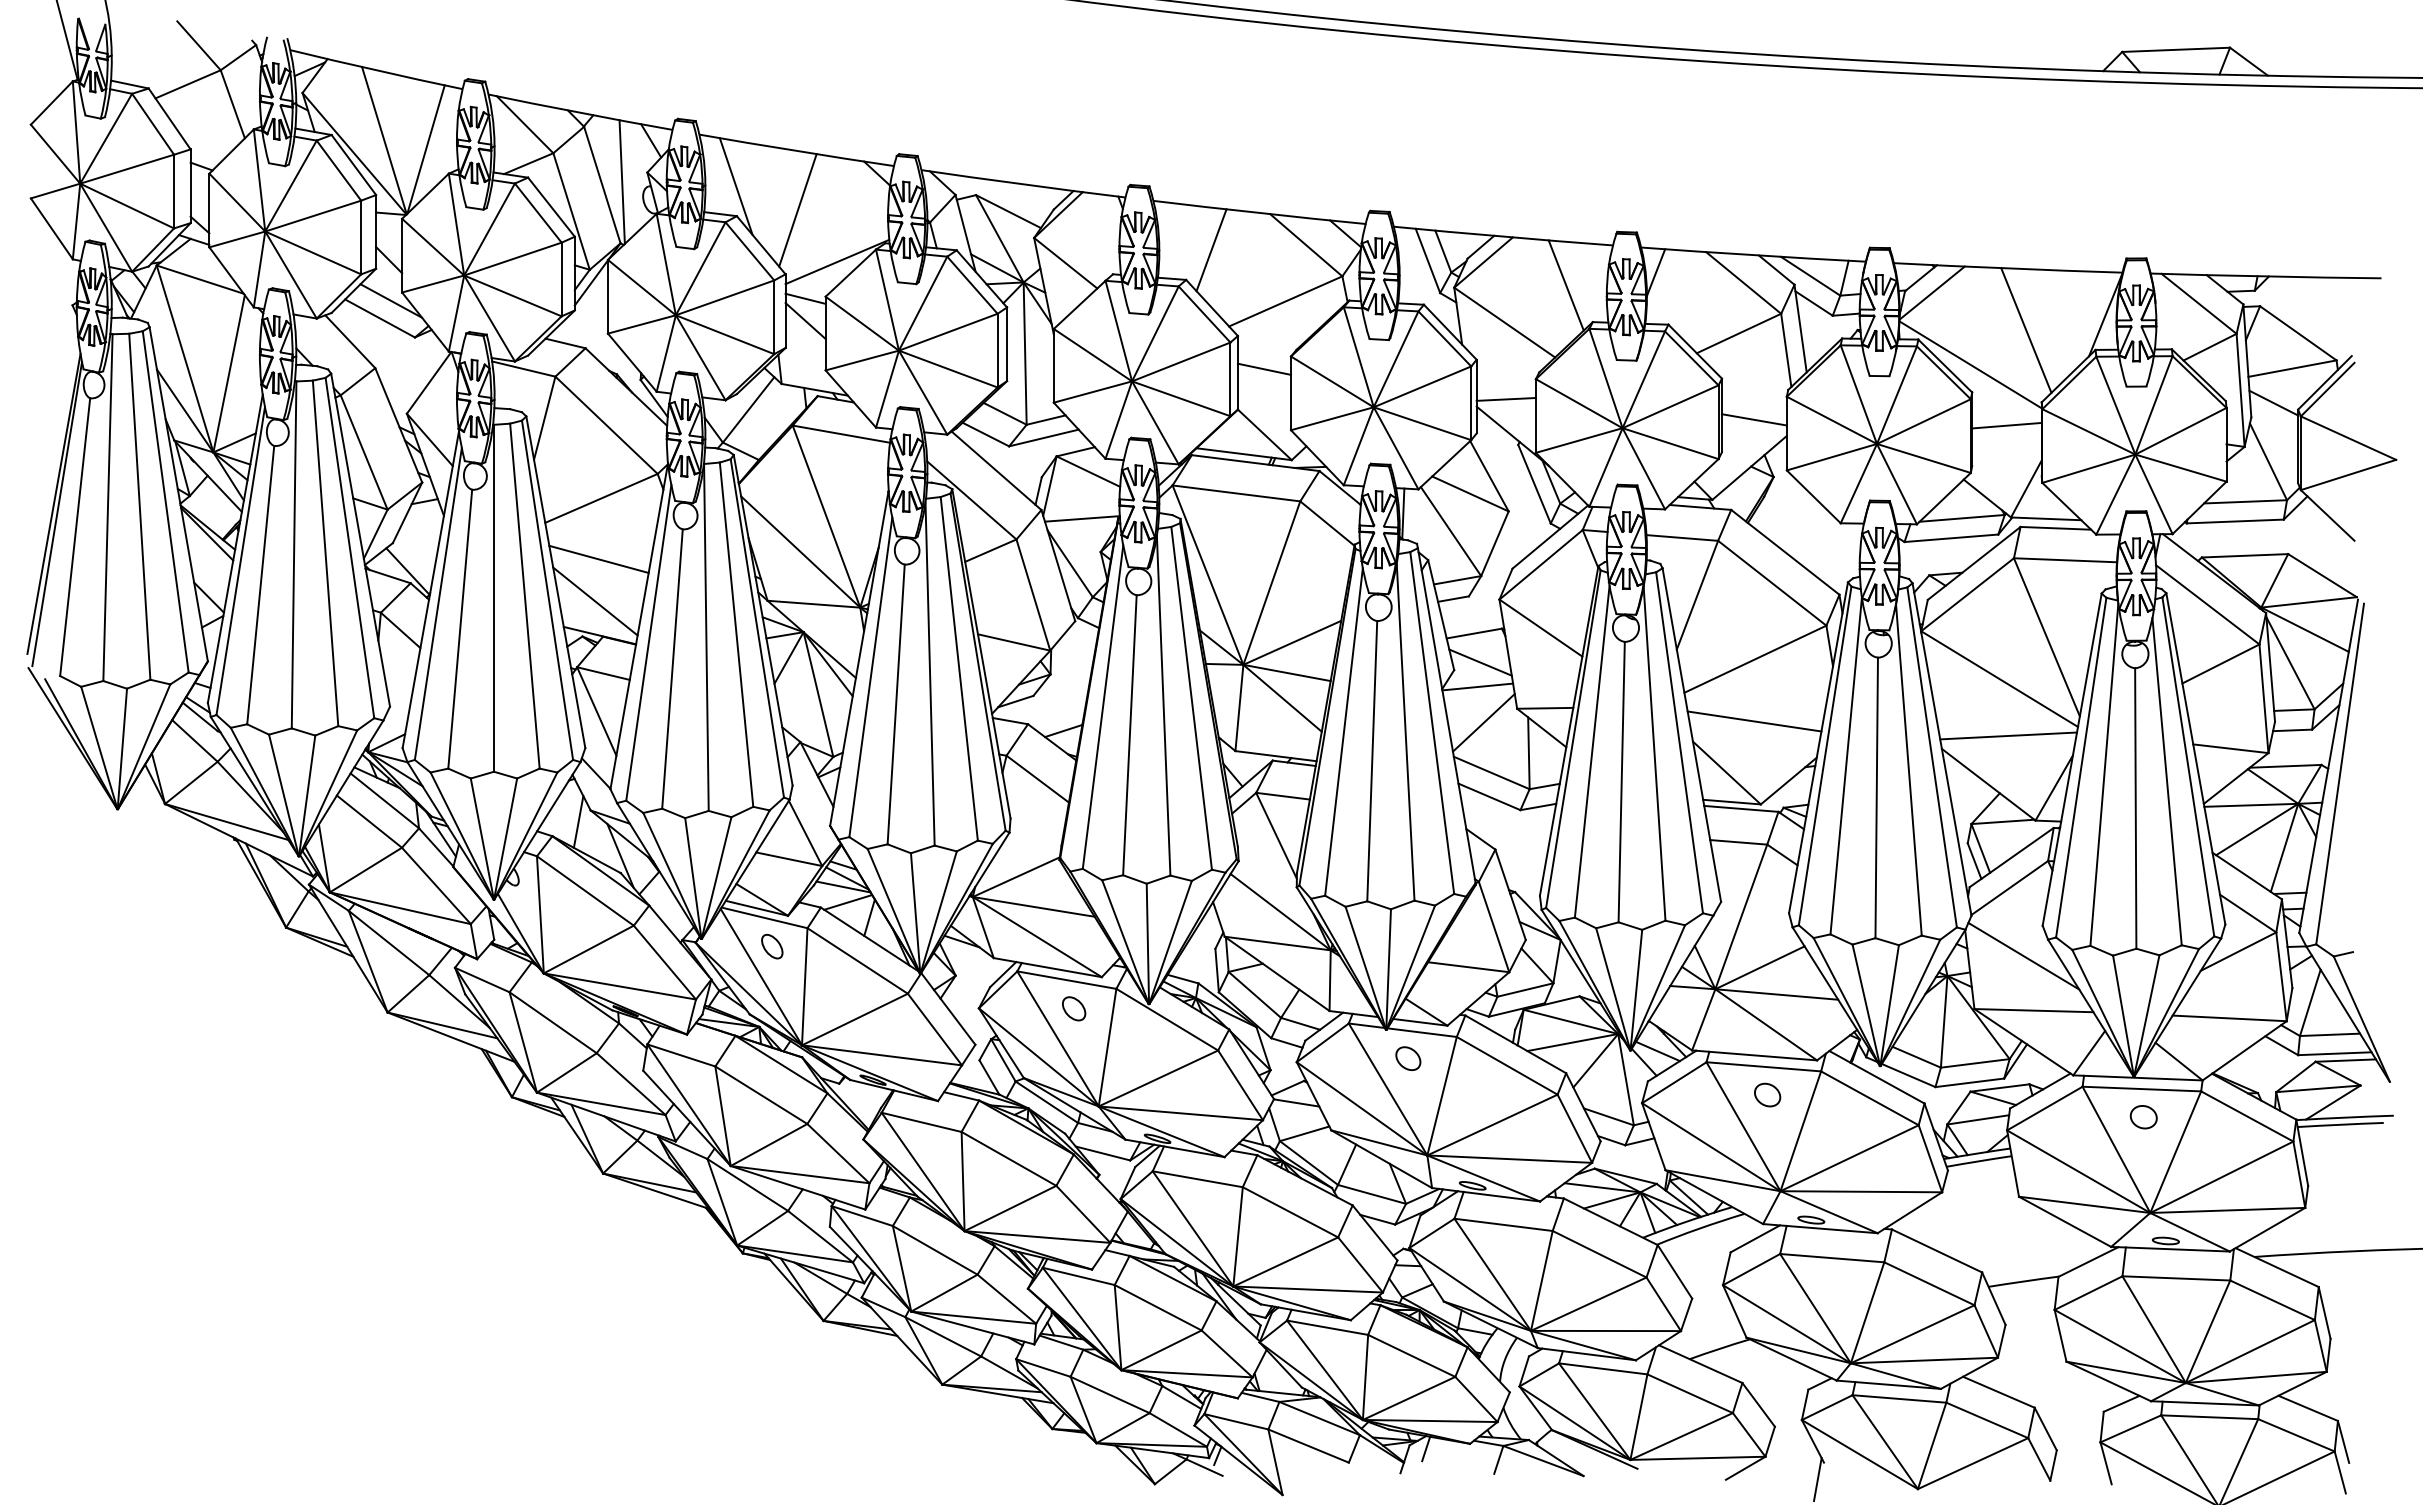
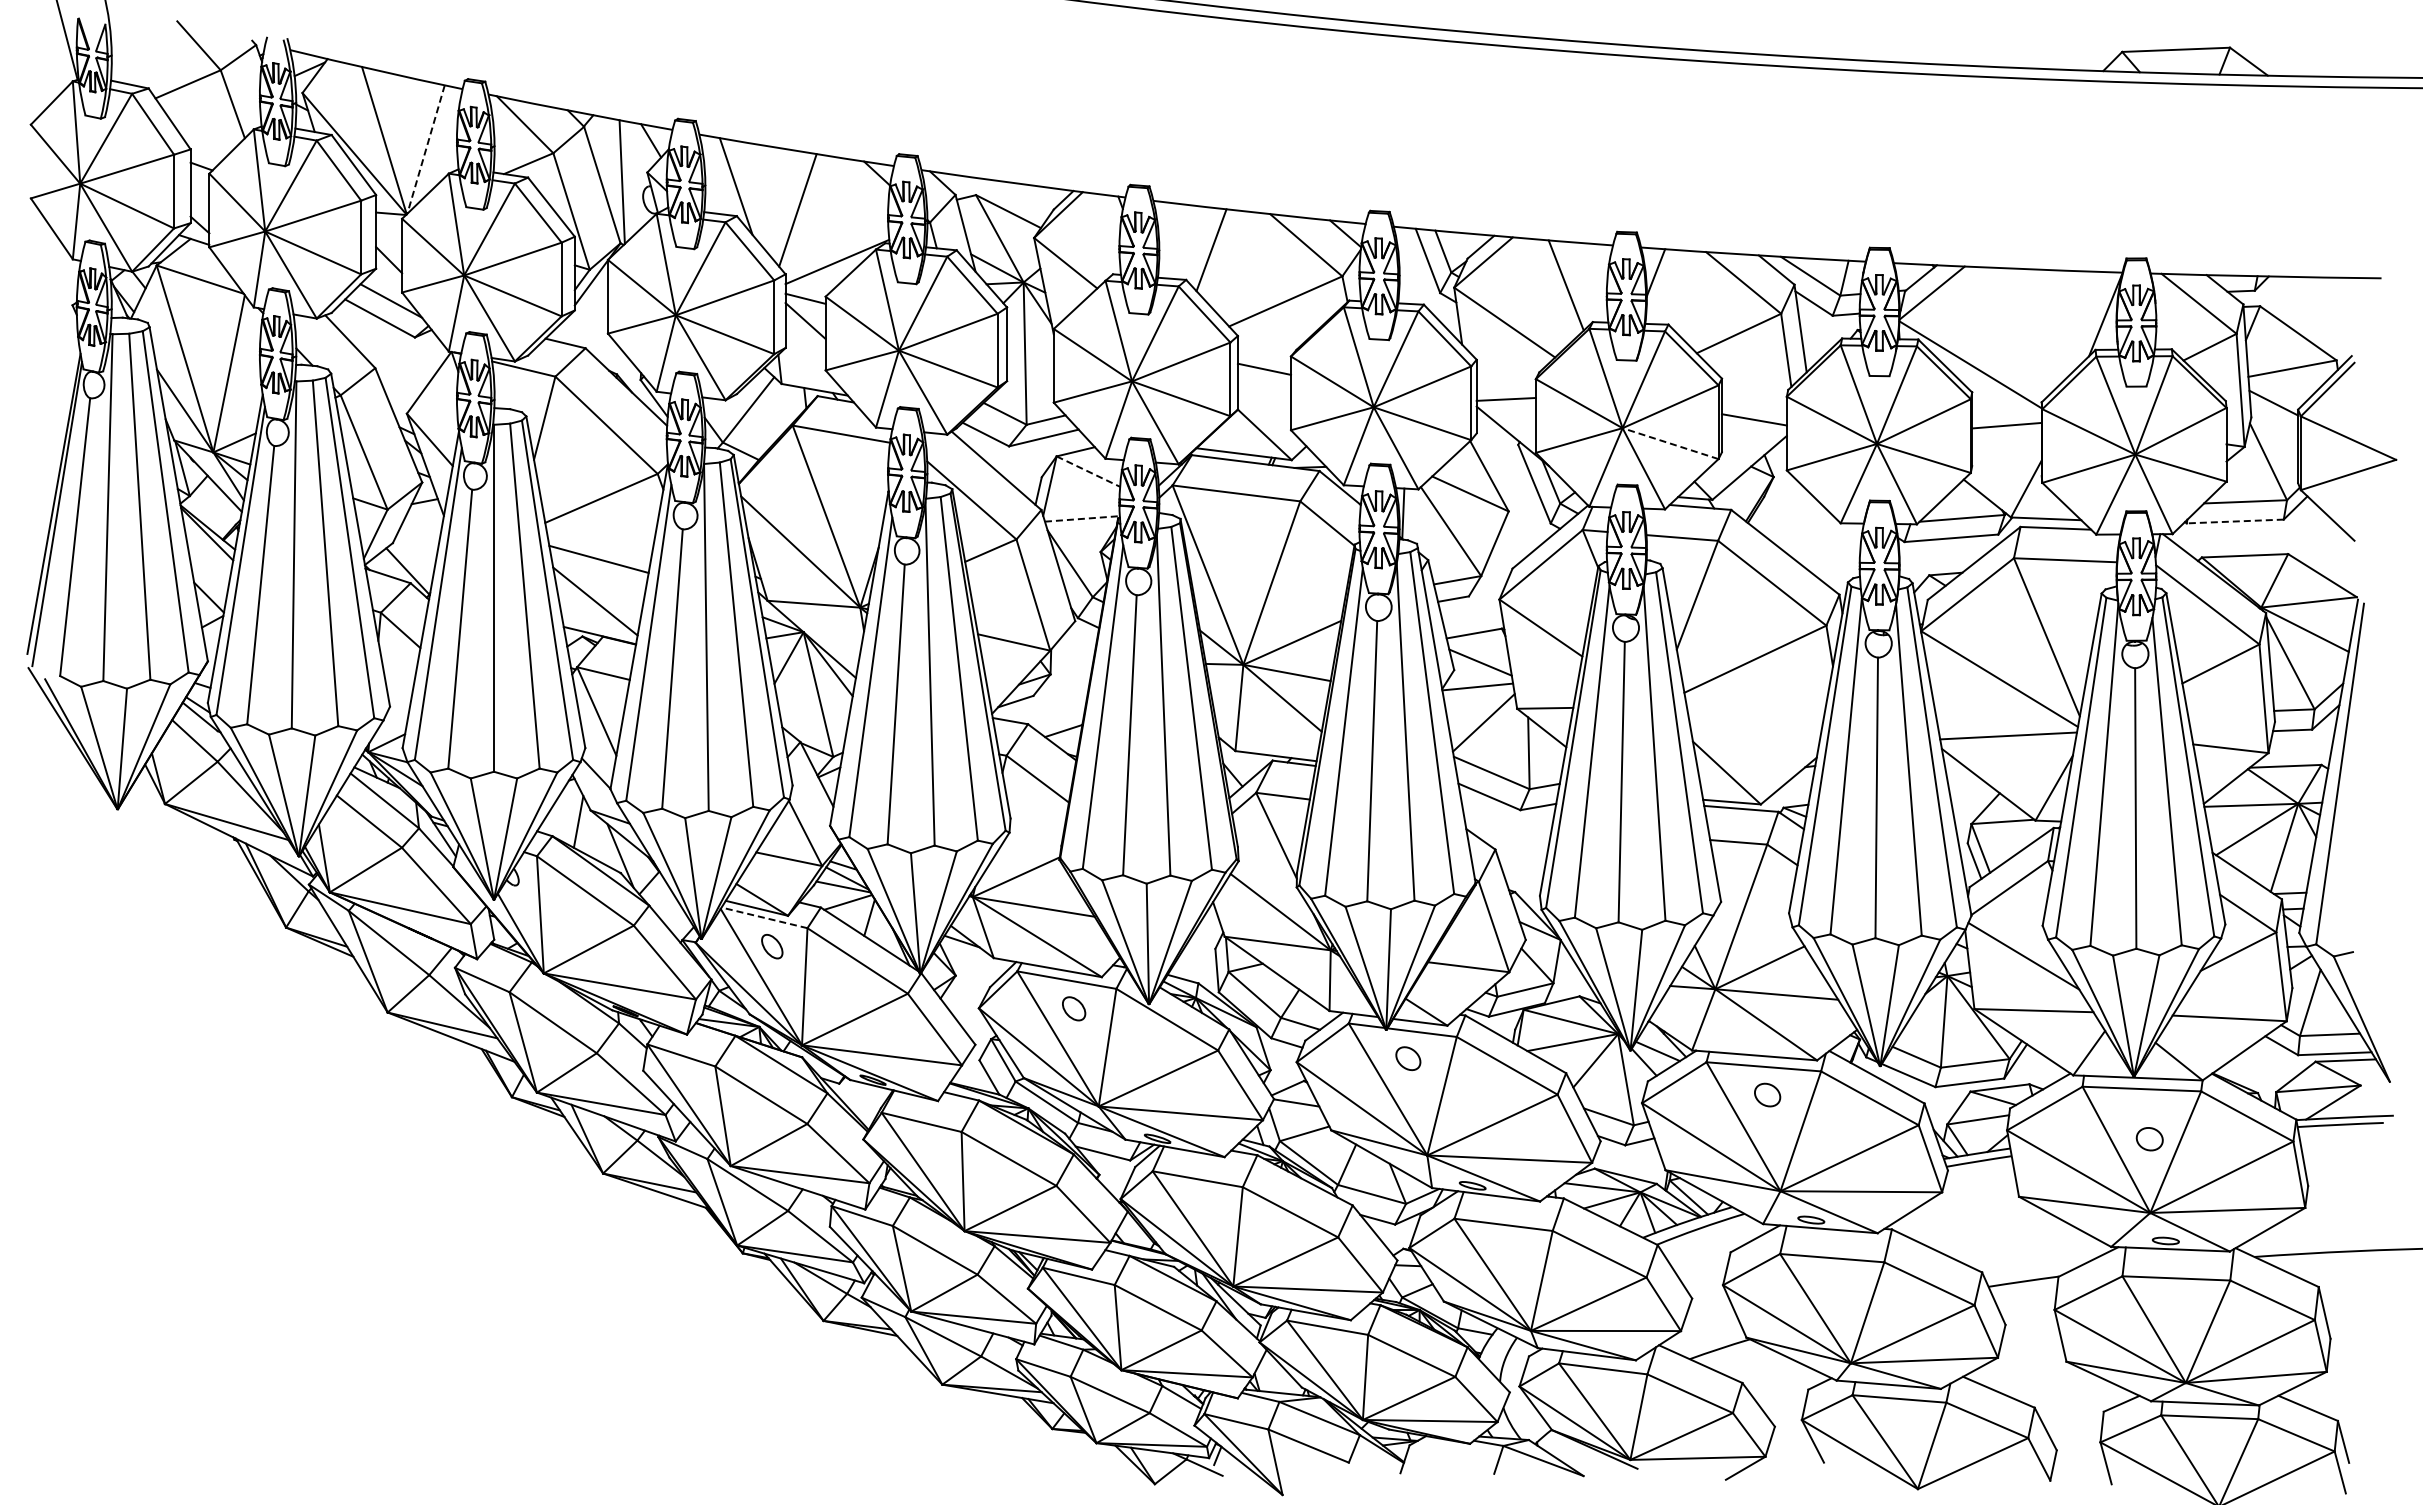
line at (426, 149): solid -> dashed
line at (2026, 330): present -> none
line at (1670, 443): solid -> dashed
line at (1088, 471): solid -> dashed
line at (1082, 518): solid -> dashed
line at (2235, 521): solid -> dashed
line at (1754, 721): present -> none
line at (764, 917): solid -> dashed
part at (2143, 1117) position: (2143, 1117) -> (2149, 1139)
line at (1426, 1448): present -> none
line at (1817, 1479): present -> none
